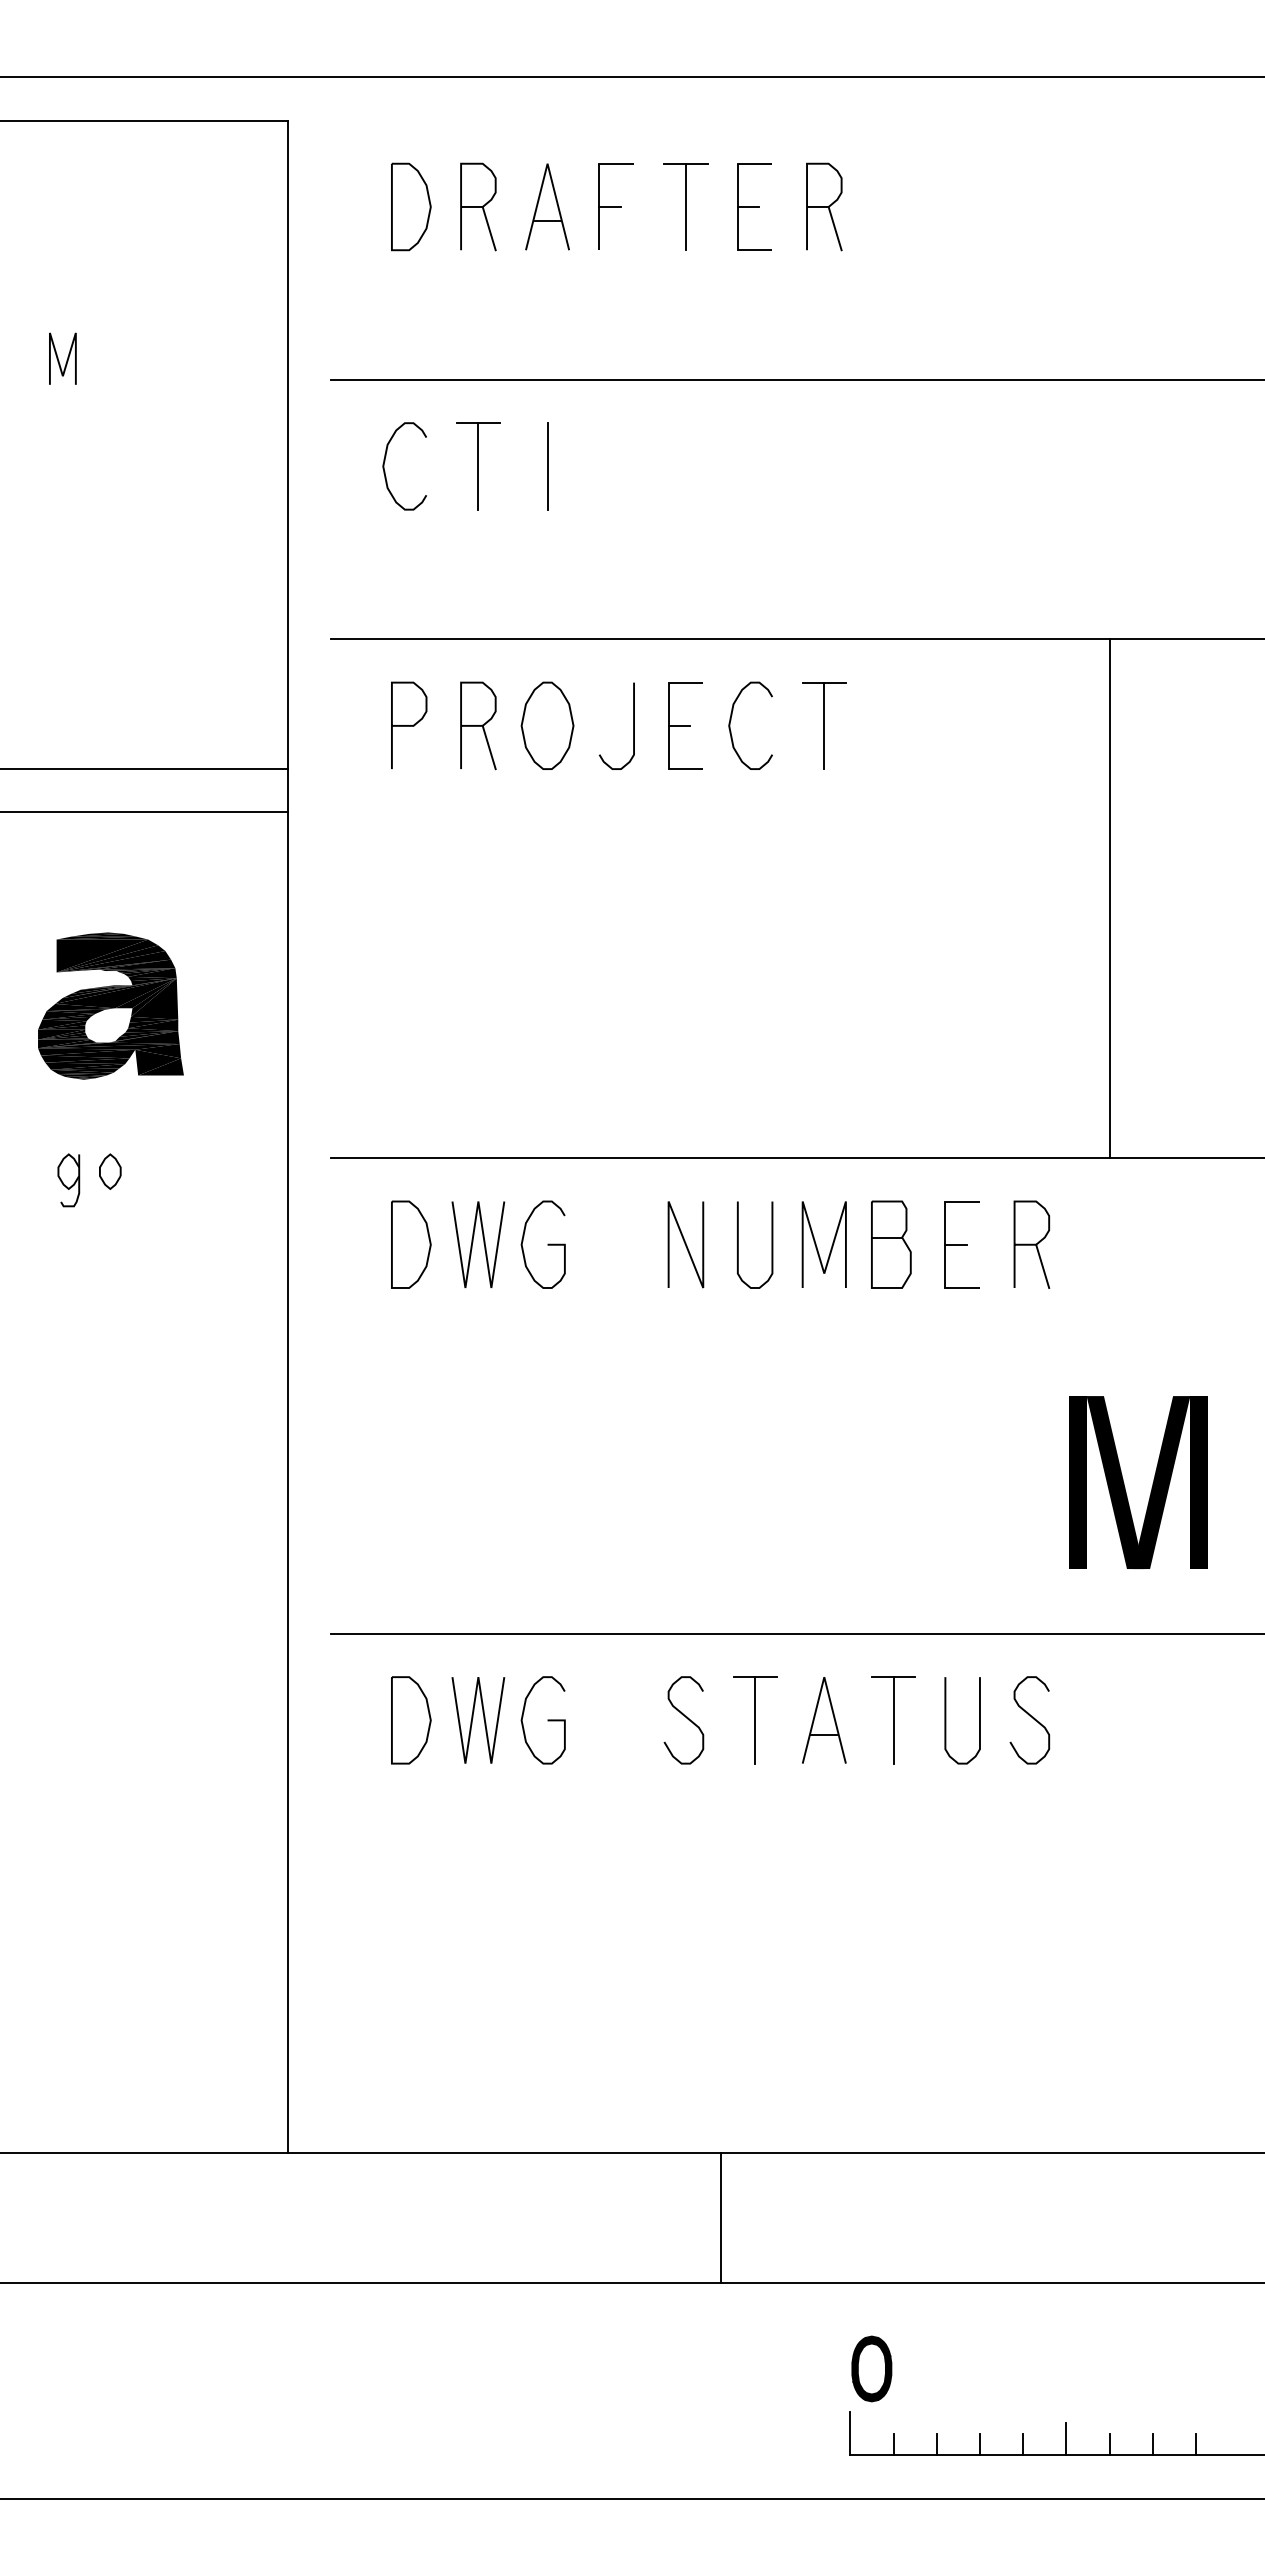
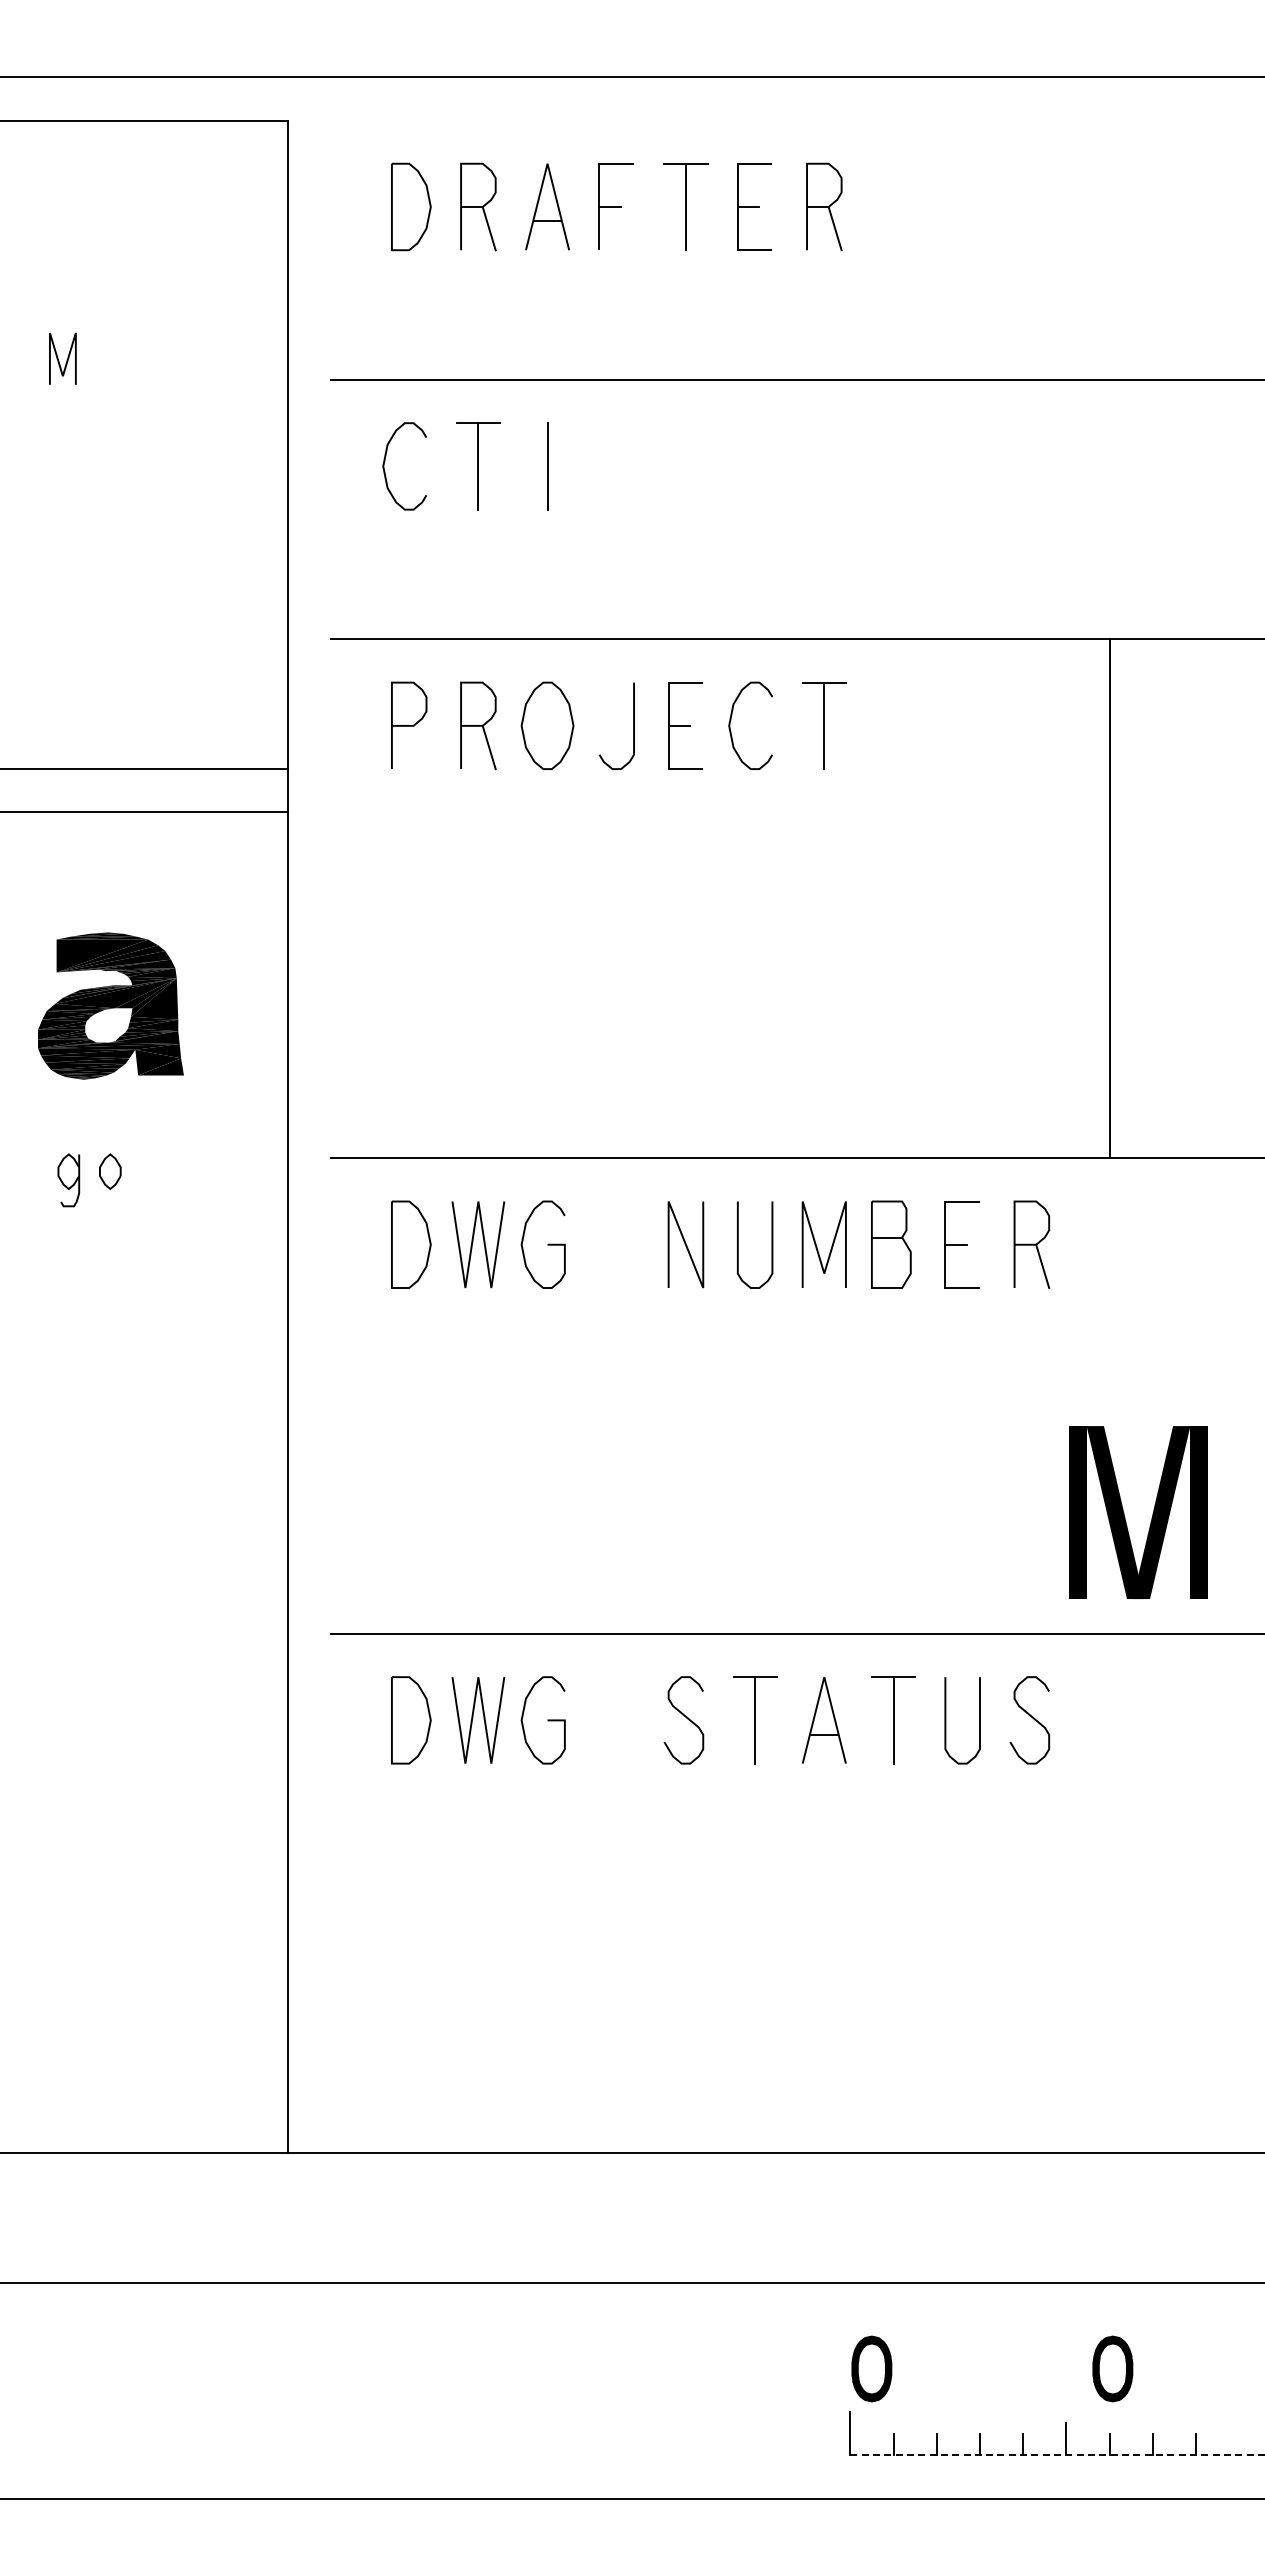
part at (1125, 1487) position: (1125, 1487) -> (1125, 1517)
line at (720, 2217): present -> none
part at (1112, 2368): none -> present
line at (1057, 2455): solid -> dashed
